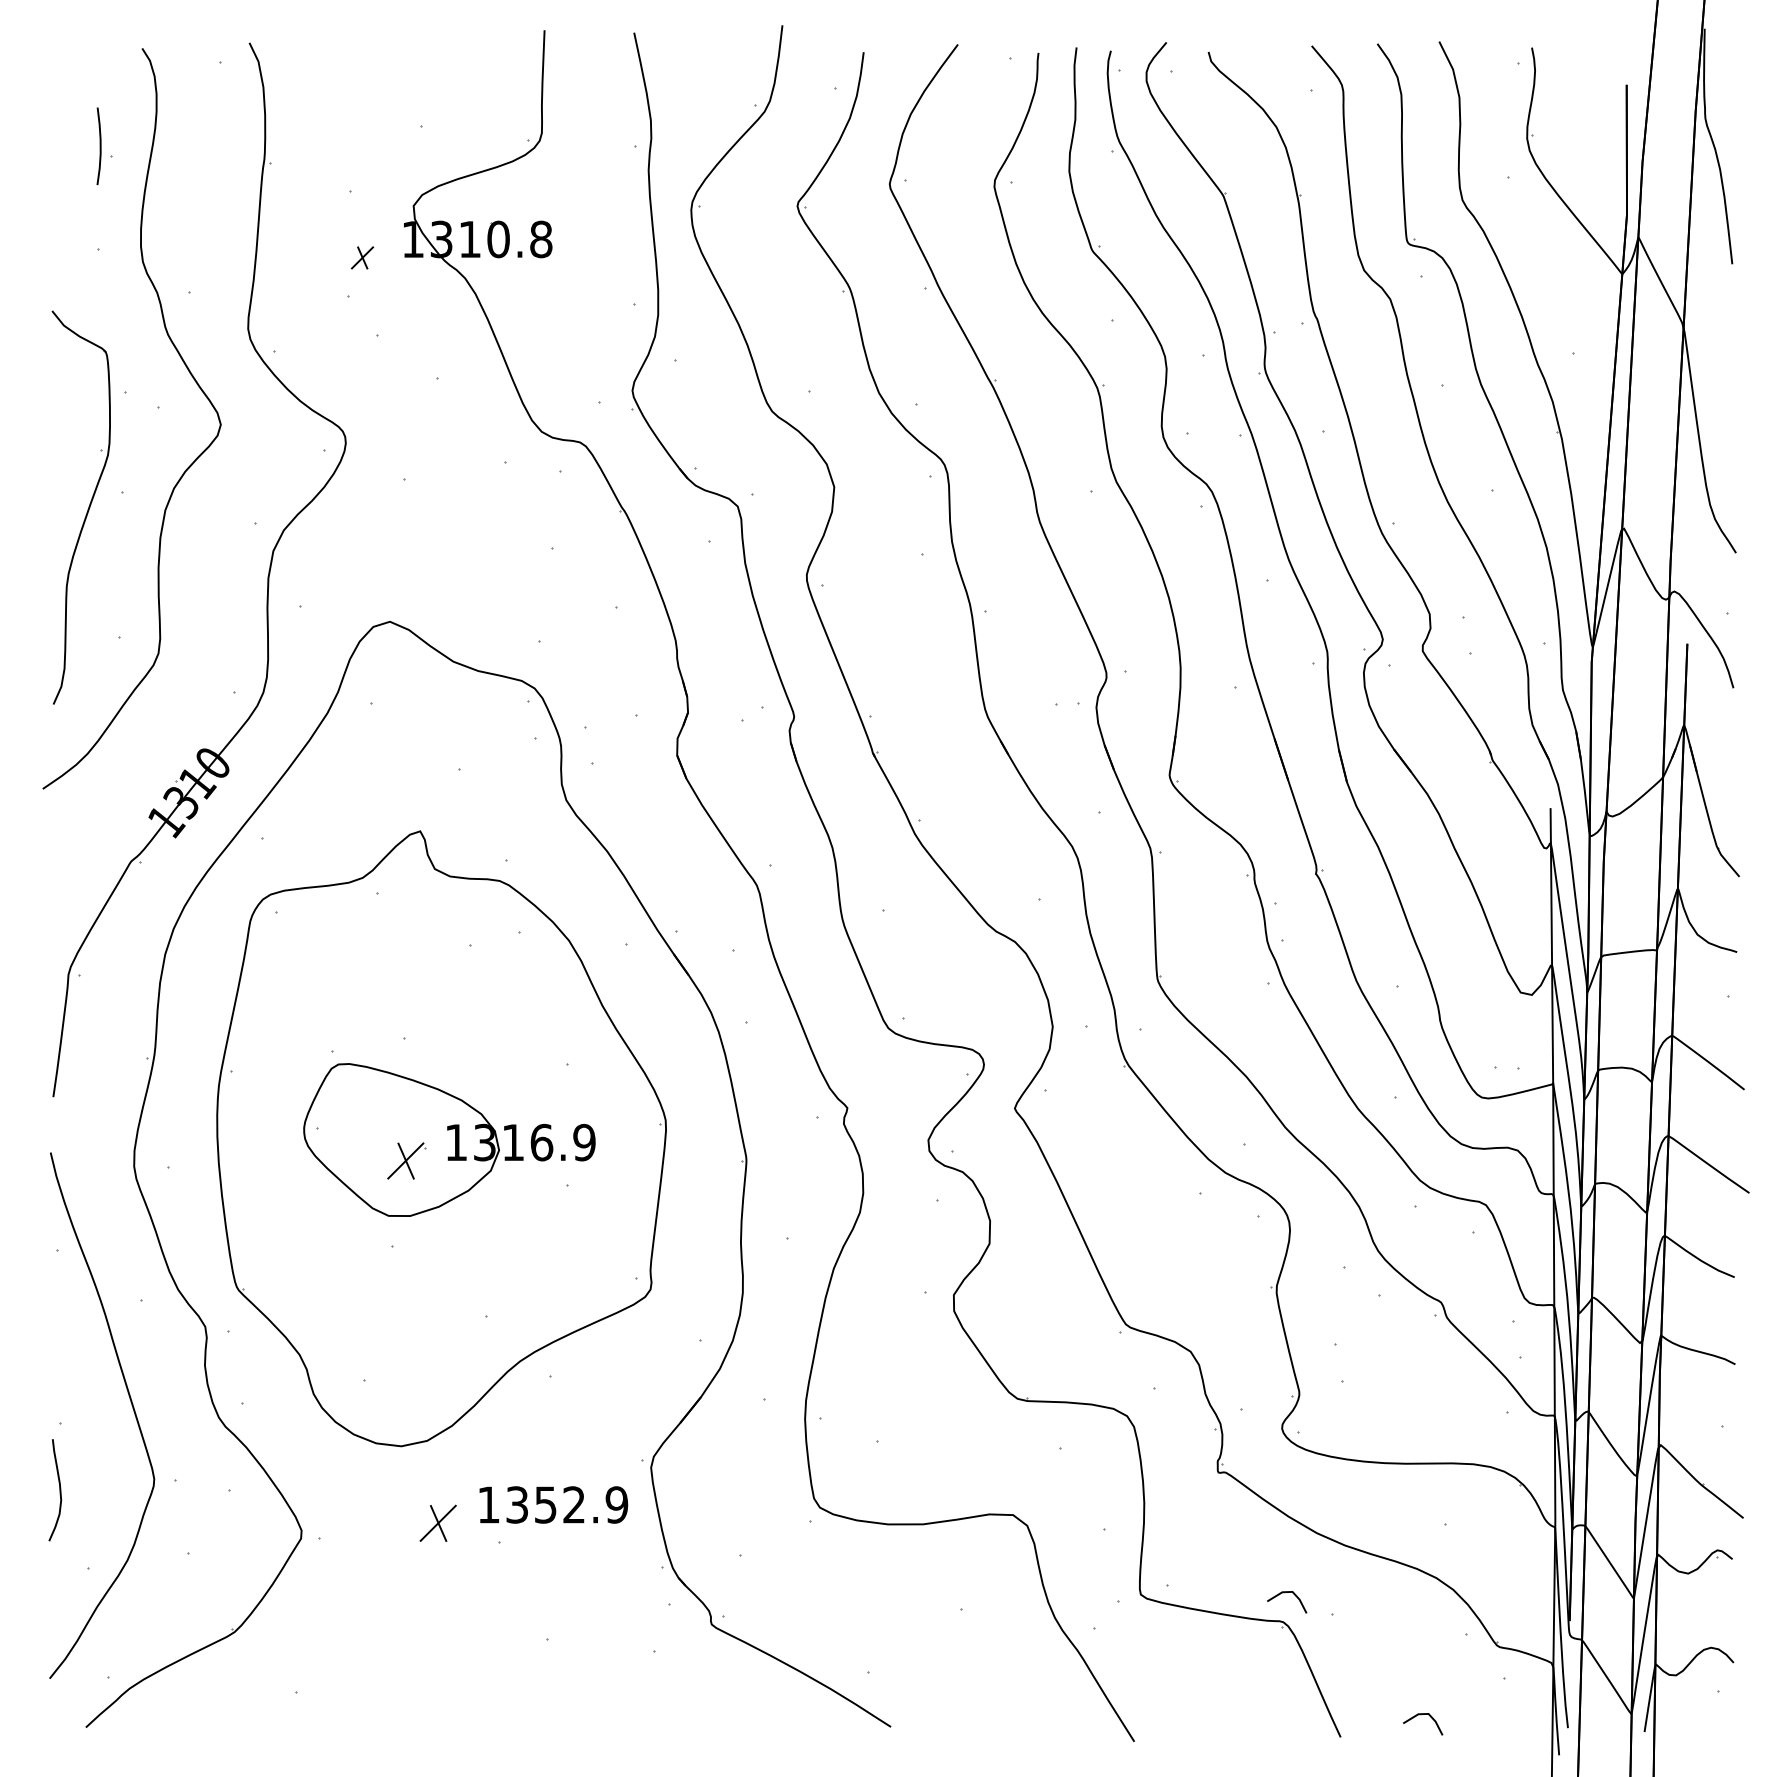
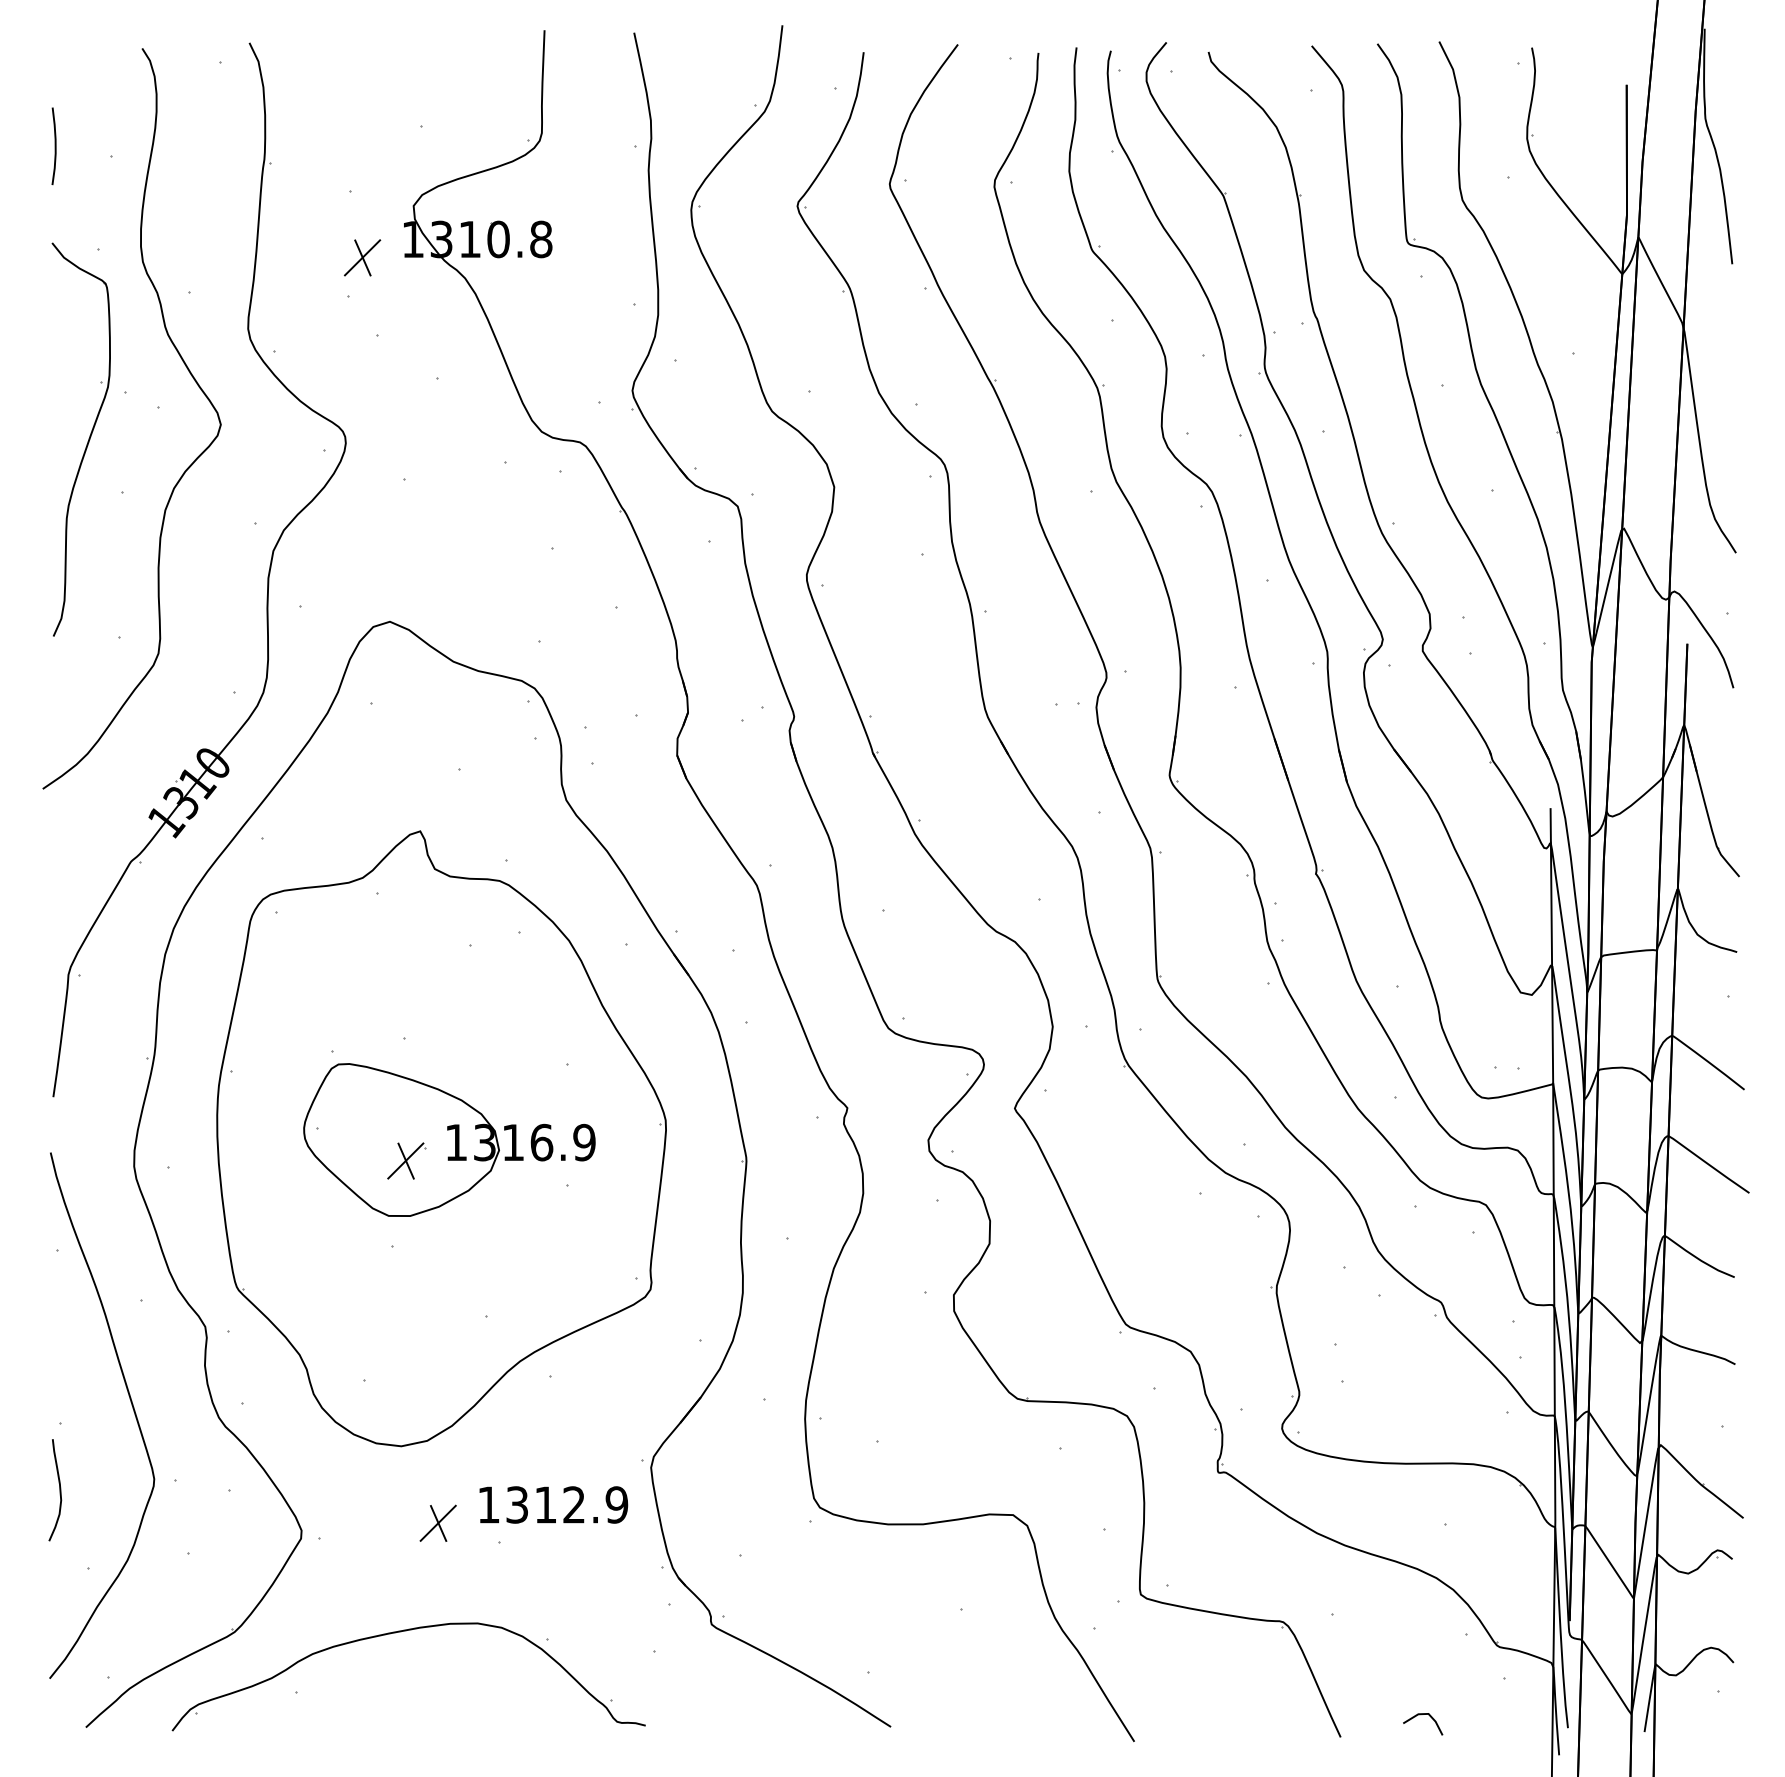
curve at (99, 146) position: (99, 146) -> (54, 146)
part at (362, 257) size: 25x24 px -> 39x38 px
part at (87, 509) position: (87, 509) -> (87, 441)
text at (545, 1504): 1352.9 -> 1312.9
line at (1285, 1593): present -> none
part at (401, 1632): none -> present
